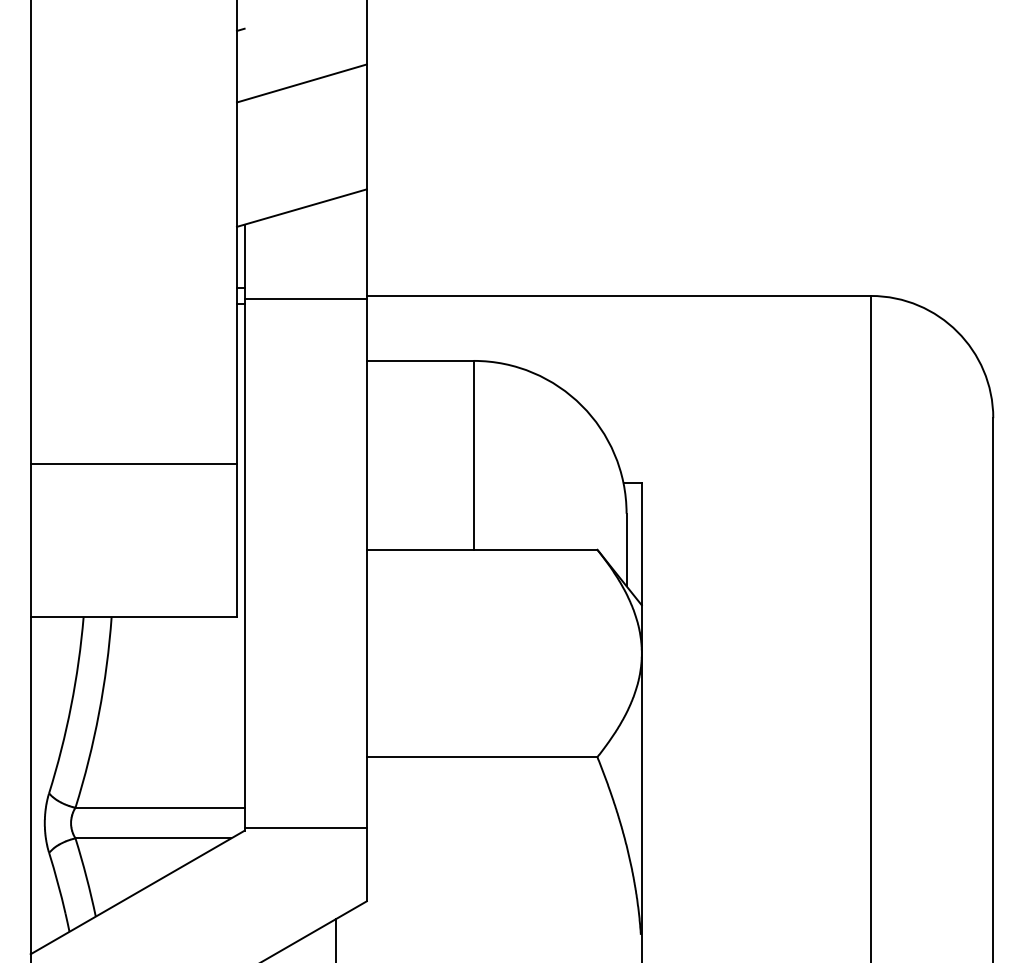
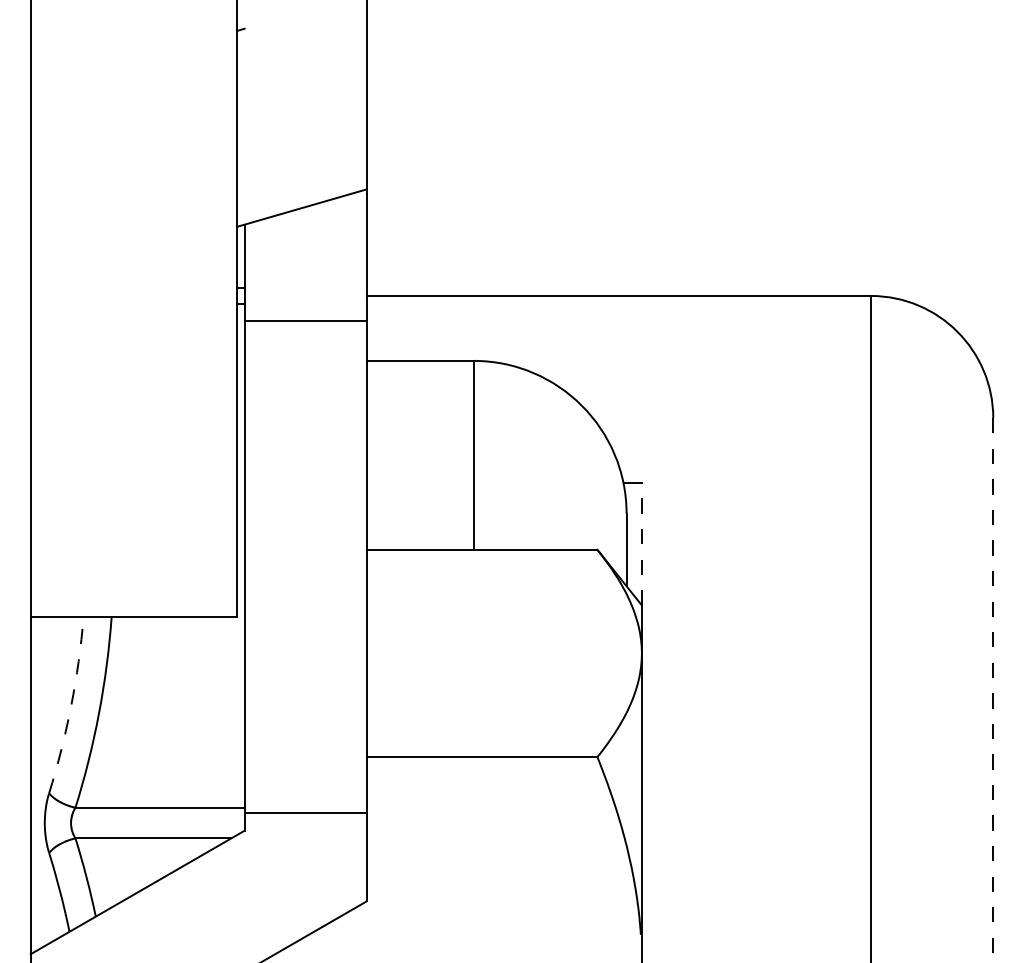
line at (301, 83): present -> none
line at (305, 298) position: (305, 298) -> (305, 320)
line at (133, 464): present -> none
line at (641, 543): solid -> dashed
line at (993, 690): solid -> dashed
arc at (71, 706): solid -> dashed
line at (305, 827) position: (305, 827) -> (305, 812)
line at (336, 938): present -> none
